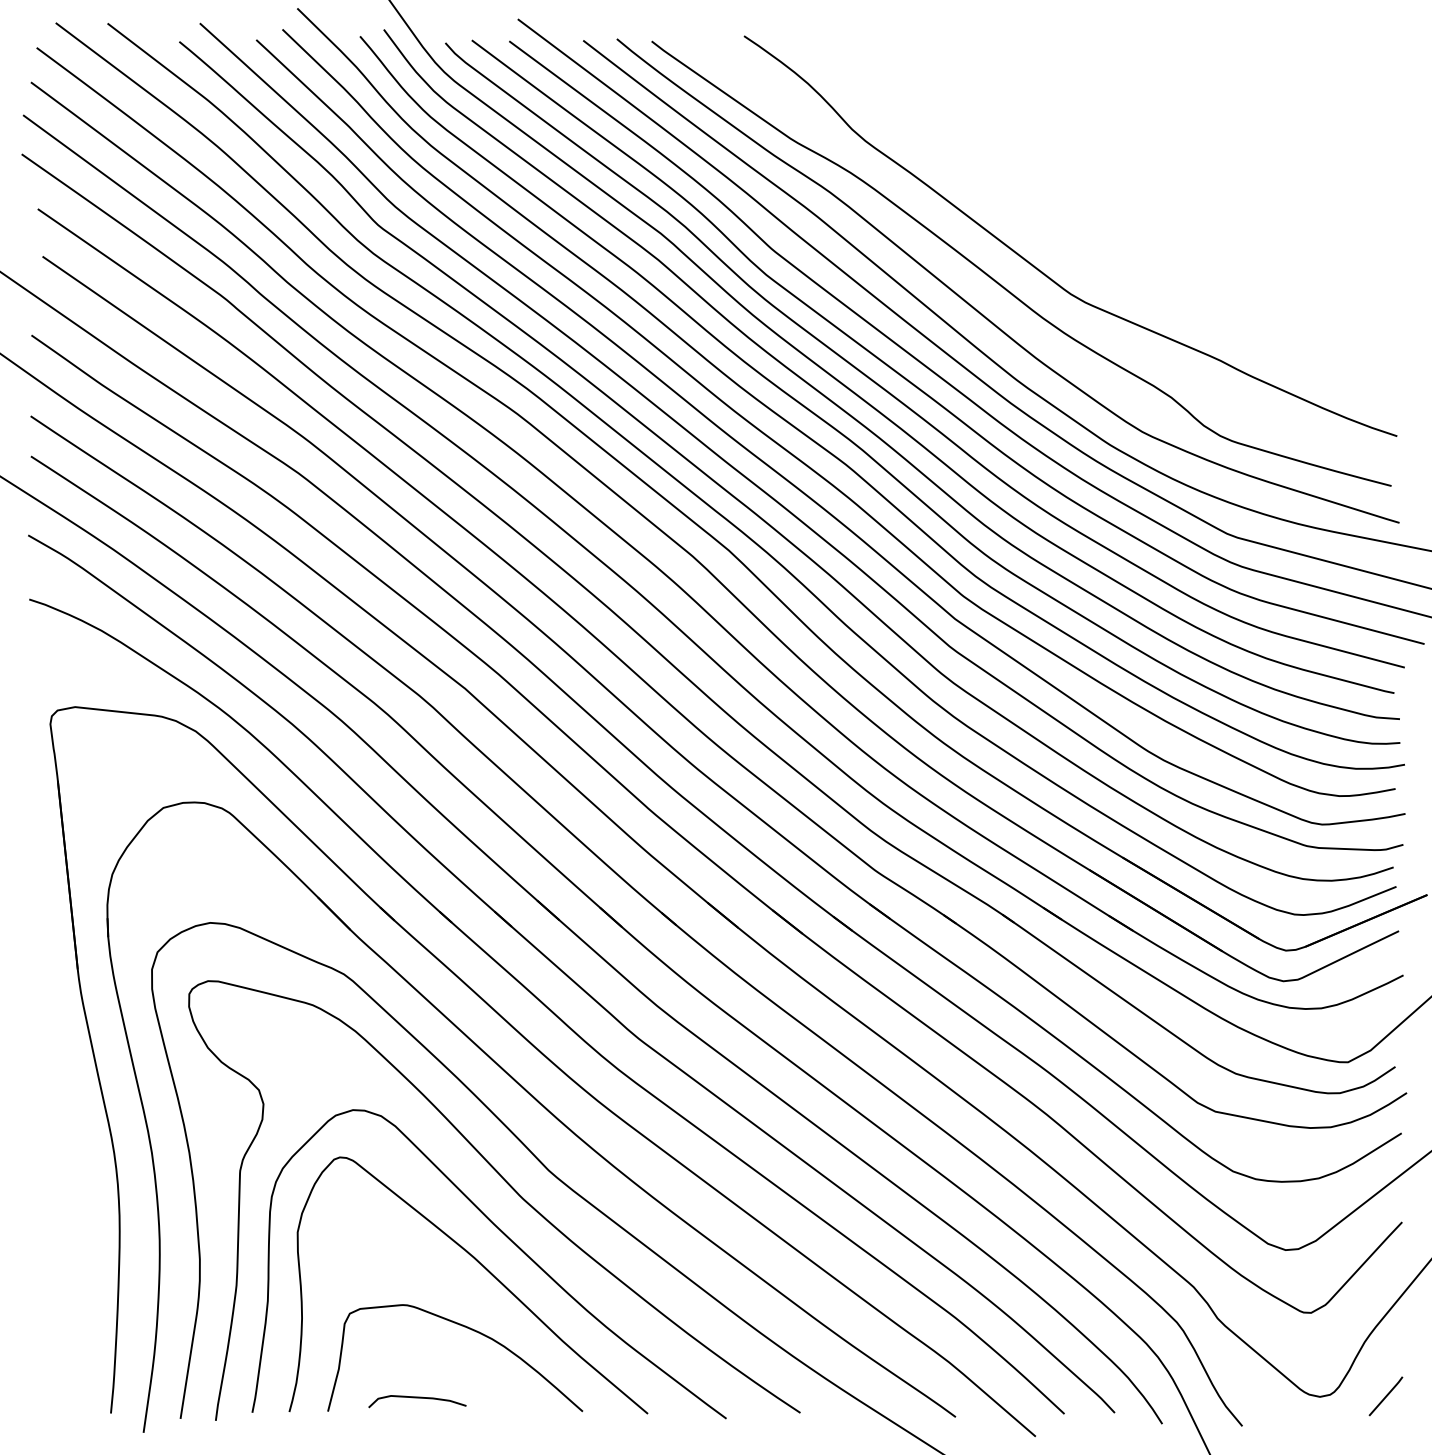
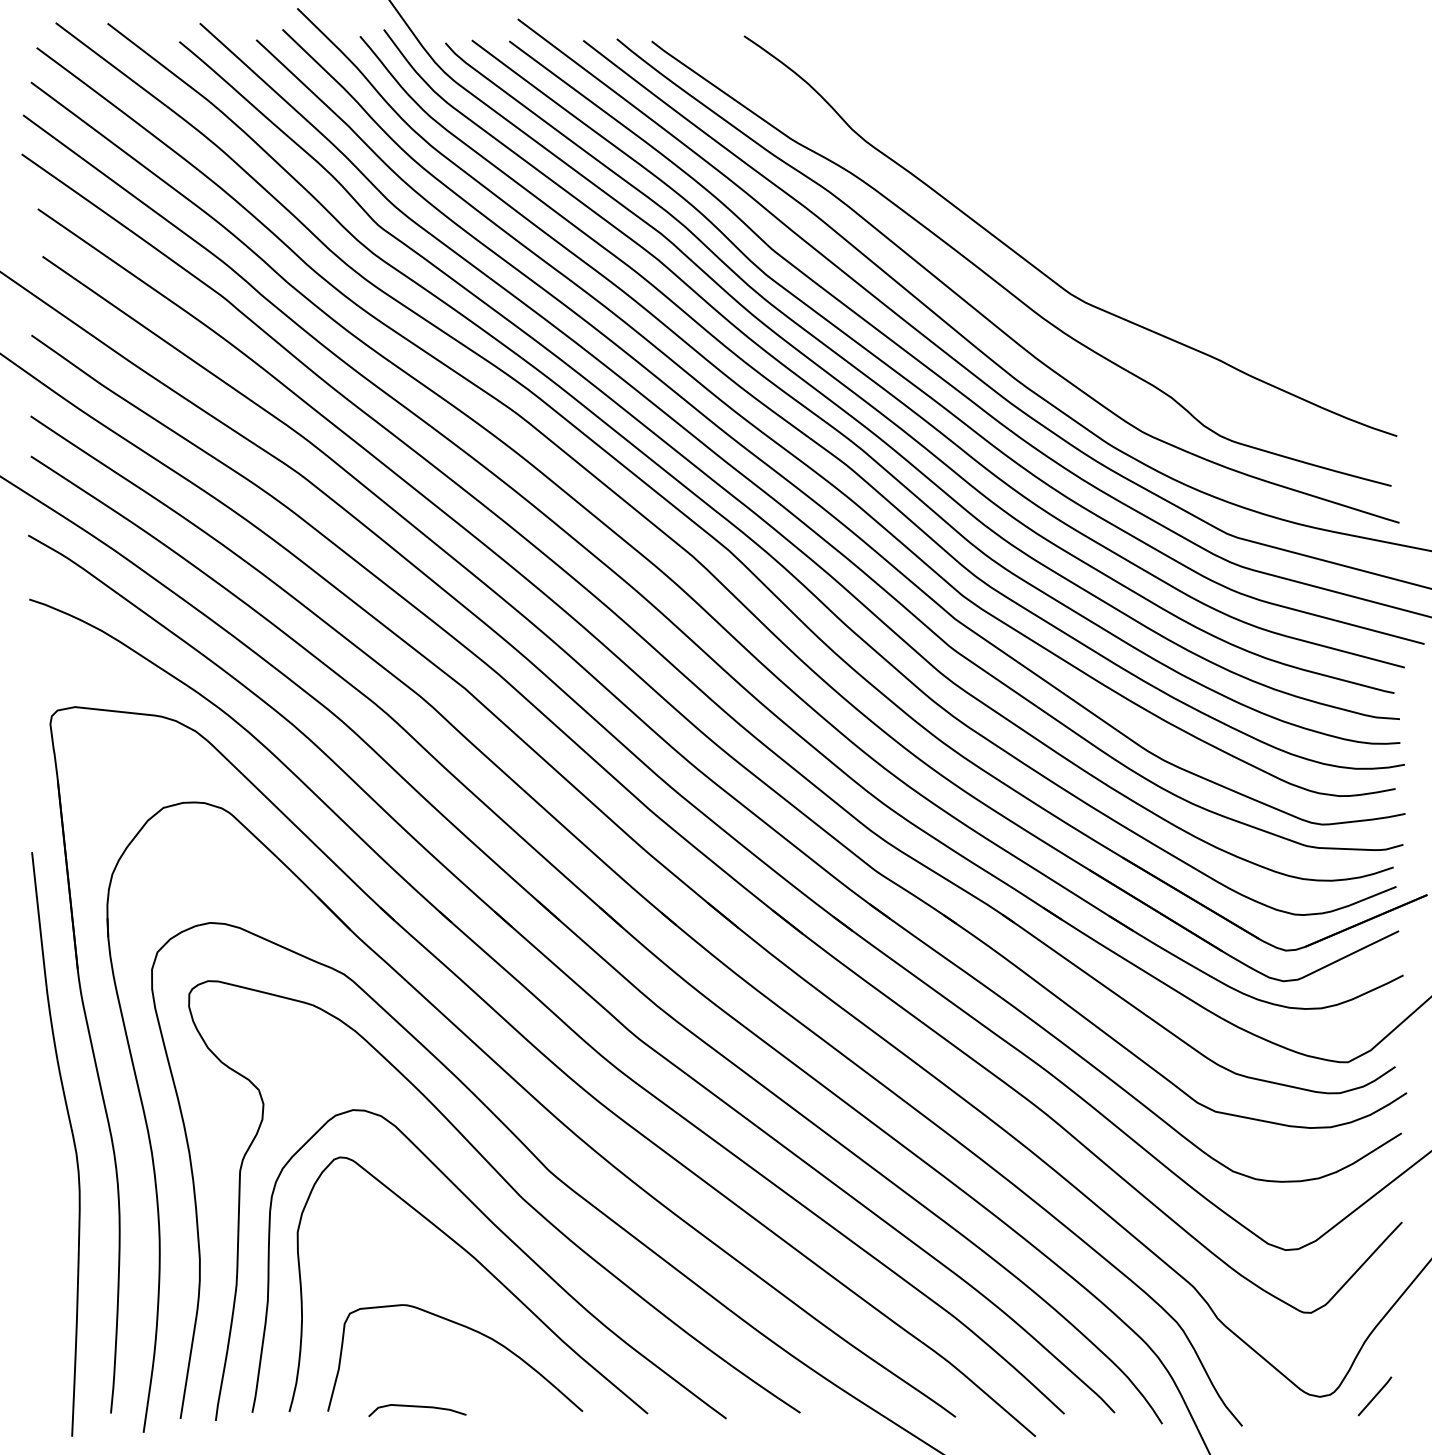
curve at (72, 1139): none -> present
line at (1385, 1396) position: (1385, 1396) -> (1374, 1396)
curve at (417, 1398) position: (417, 1398) -> (417, 1407)
